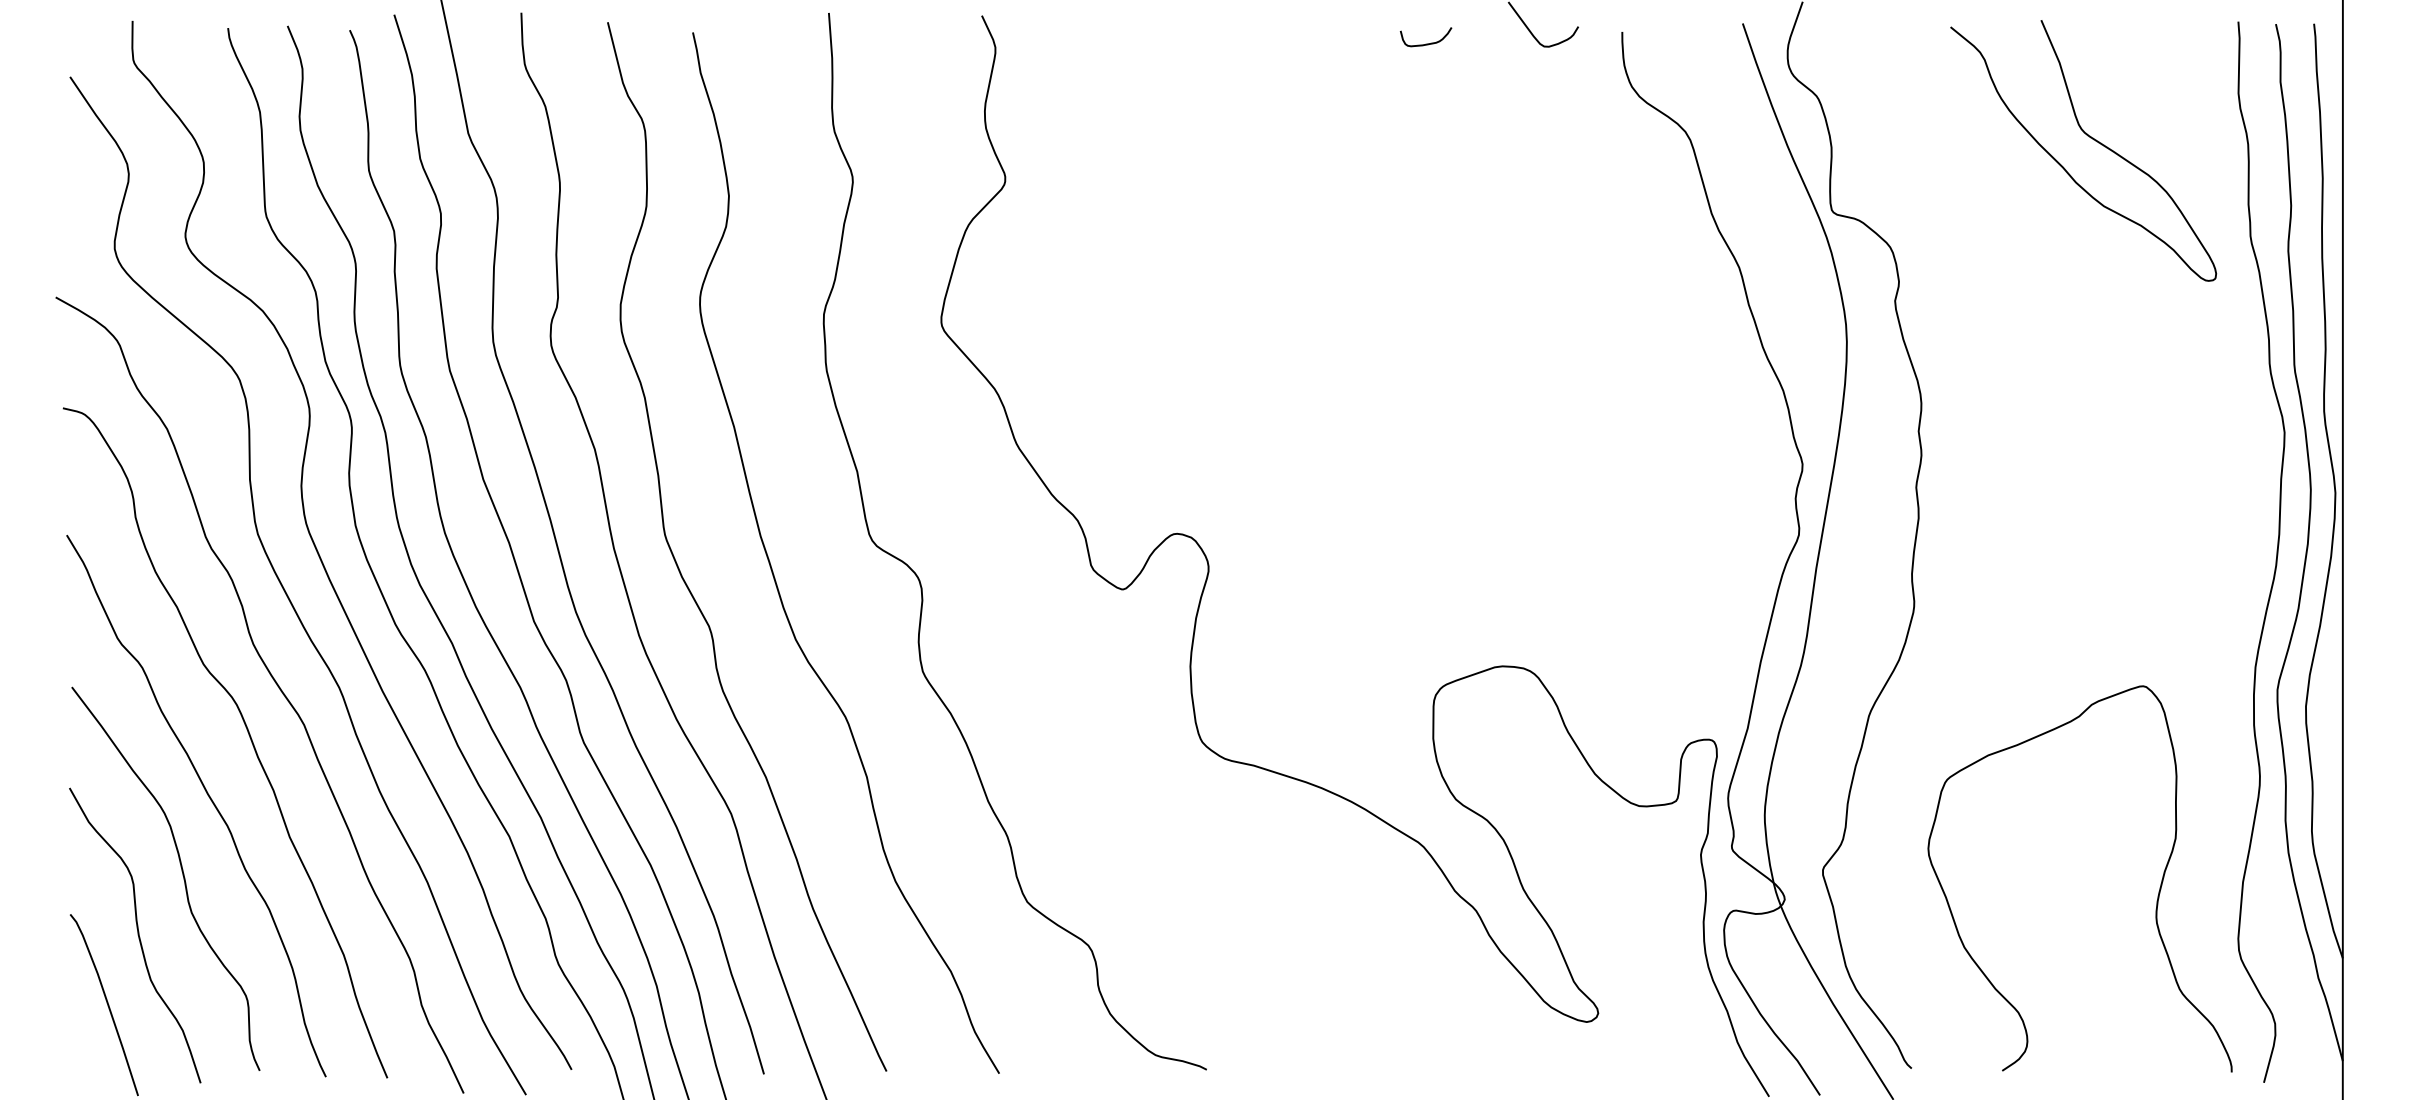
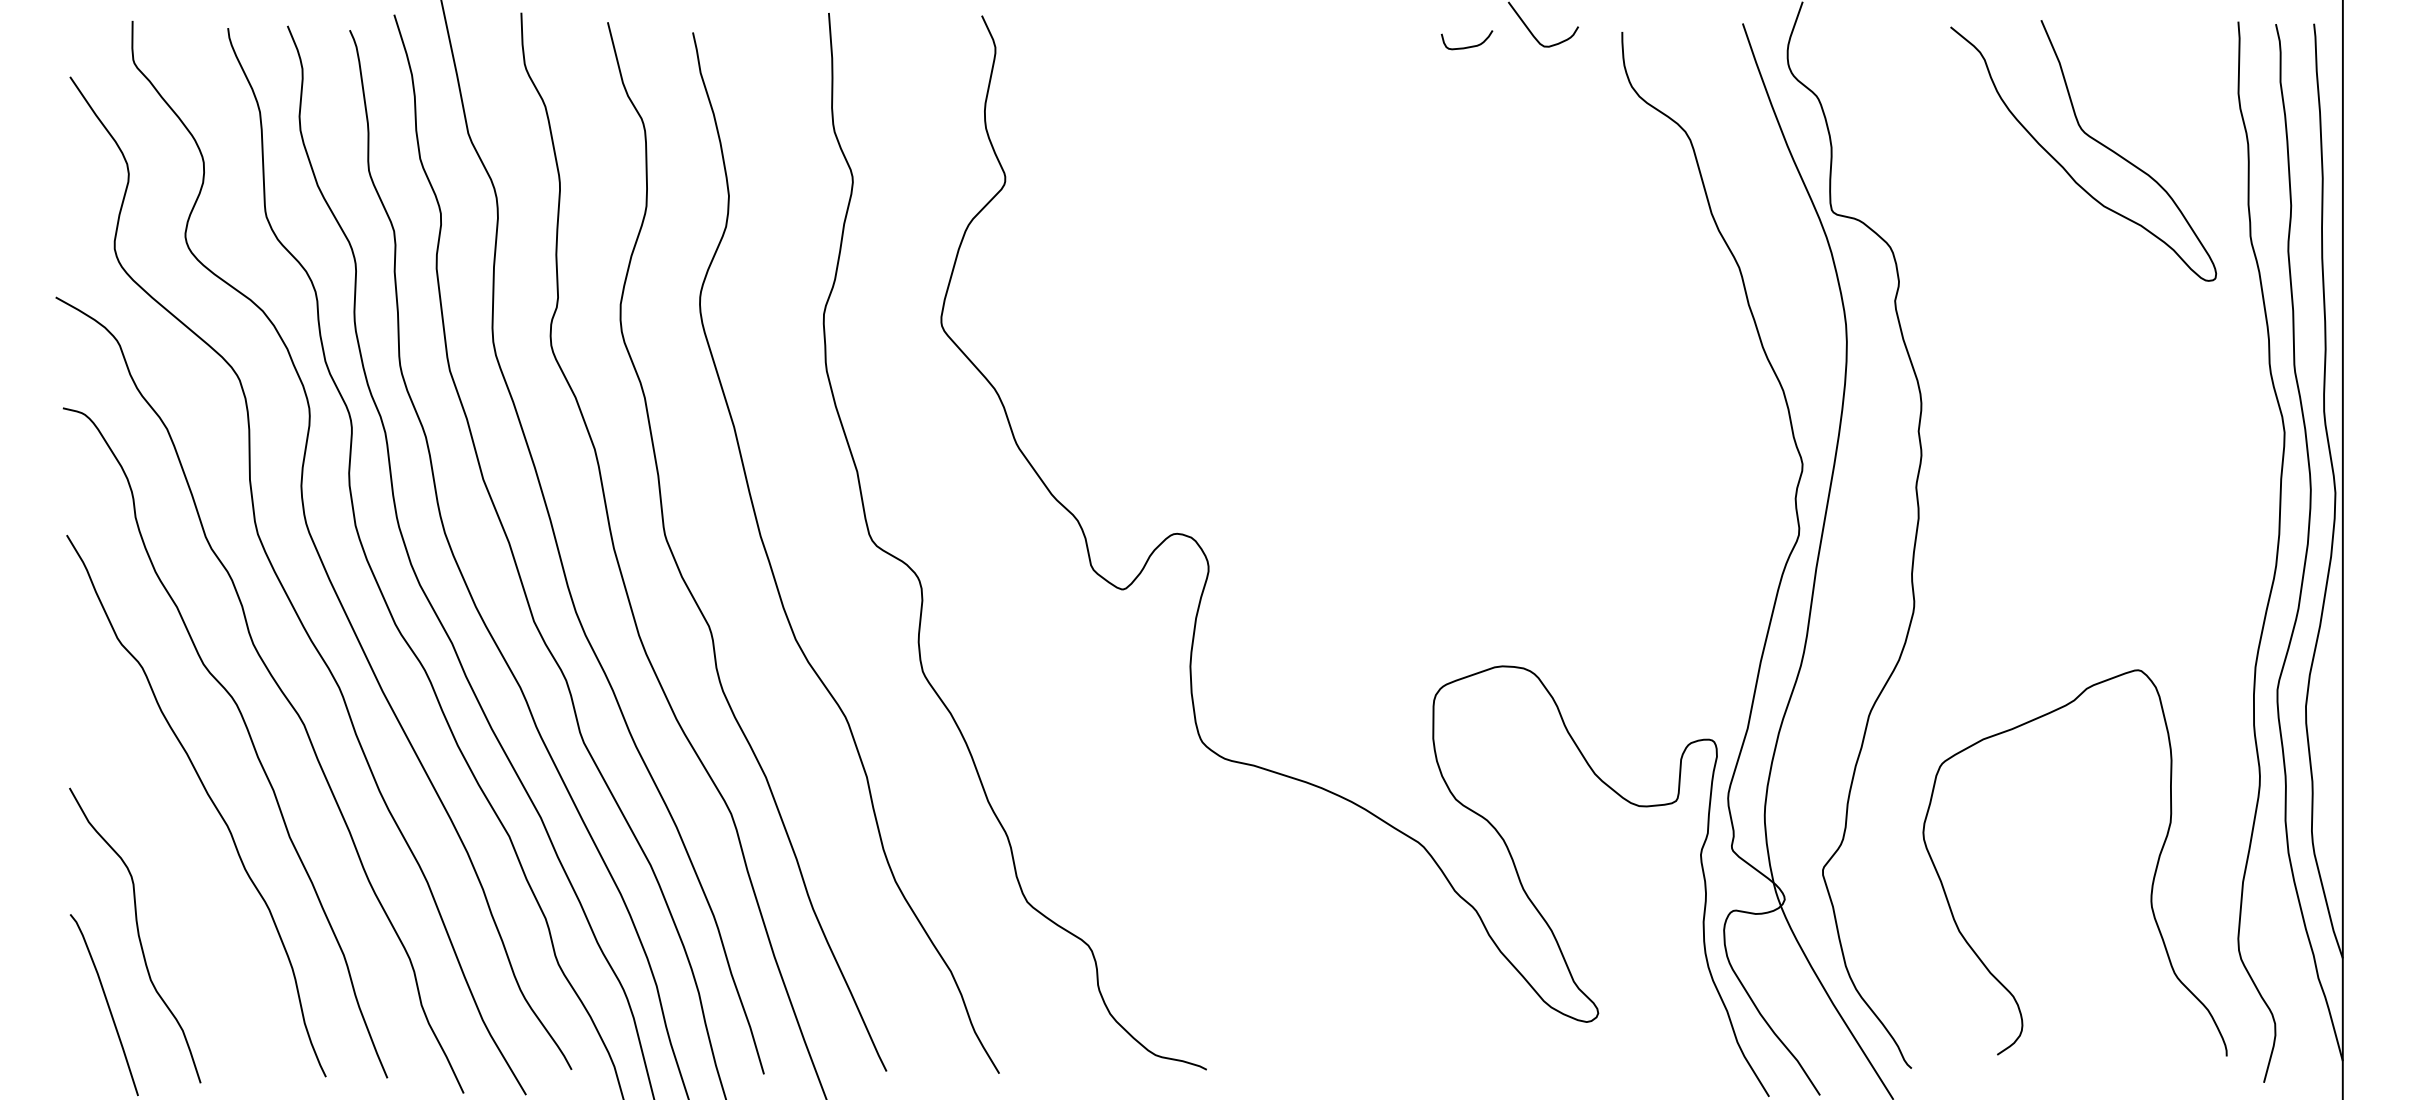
curve at (1425, 43) position: (1425, 43) -> (1466, 46)
curve at (182, 875): present -> none
curve at (2157, 895) position: (2157, 895) -> (2152, 879)
